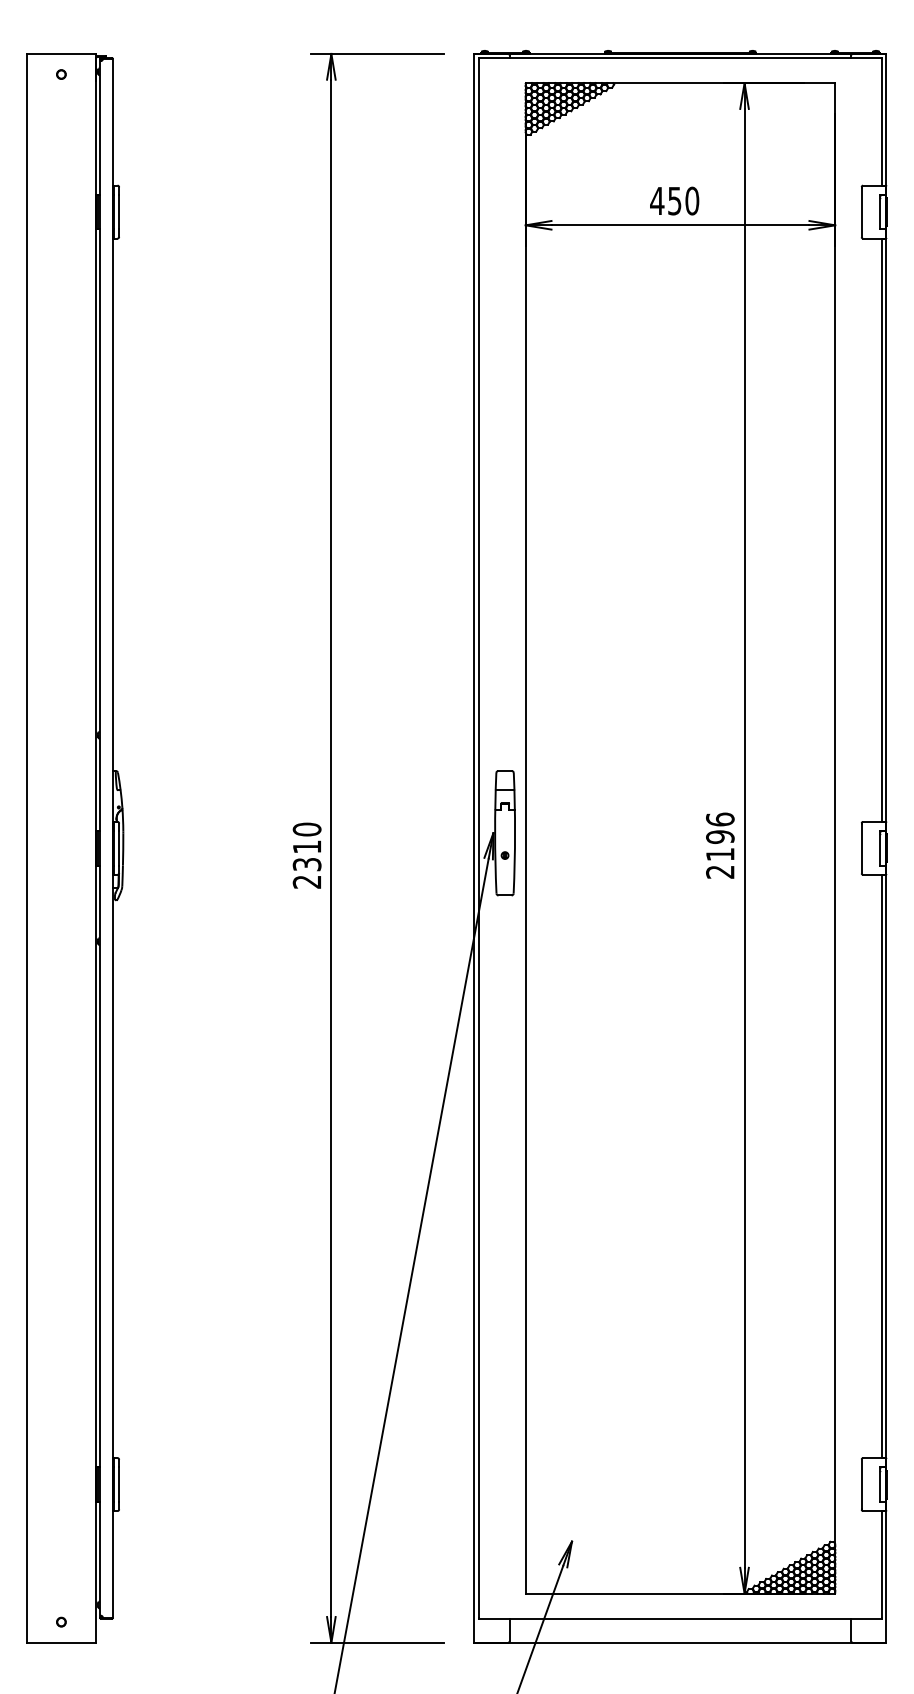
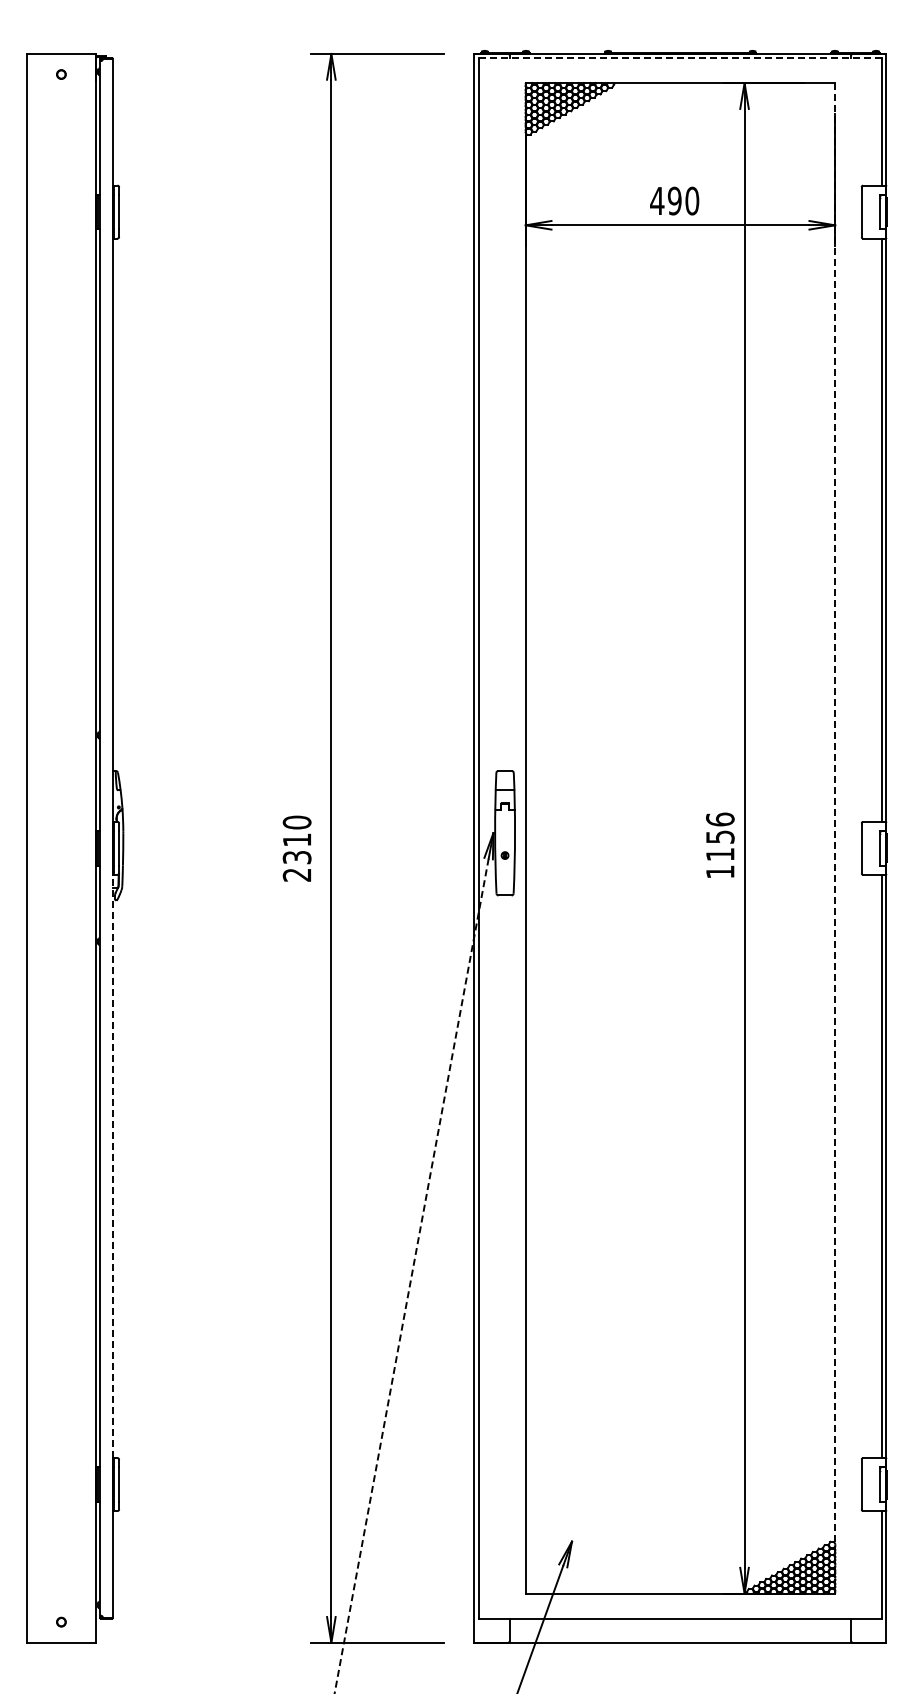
line at (679, 58): solid -> dashed
text at (674, 200): 450 -> 490
line at (835, 838): solid -> dashed
text at (720, 854): 2196 -> 1156
text at (306, 855) position: (306, 855) -> (296, 848)
line at (113, 1166): solid -> dashed
line at (411, 1276): solid -> dashed
